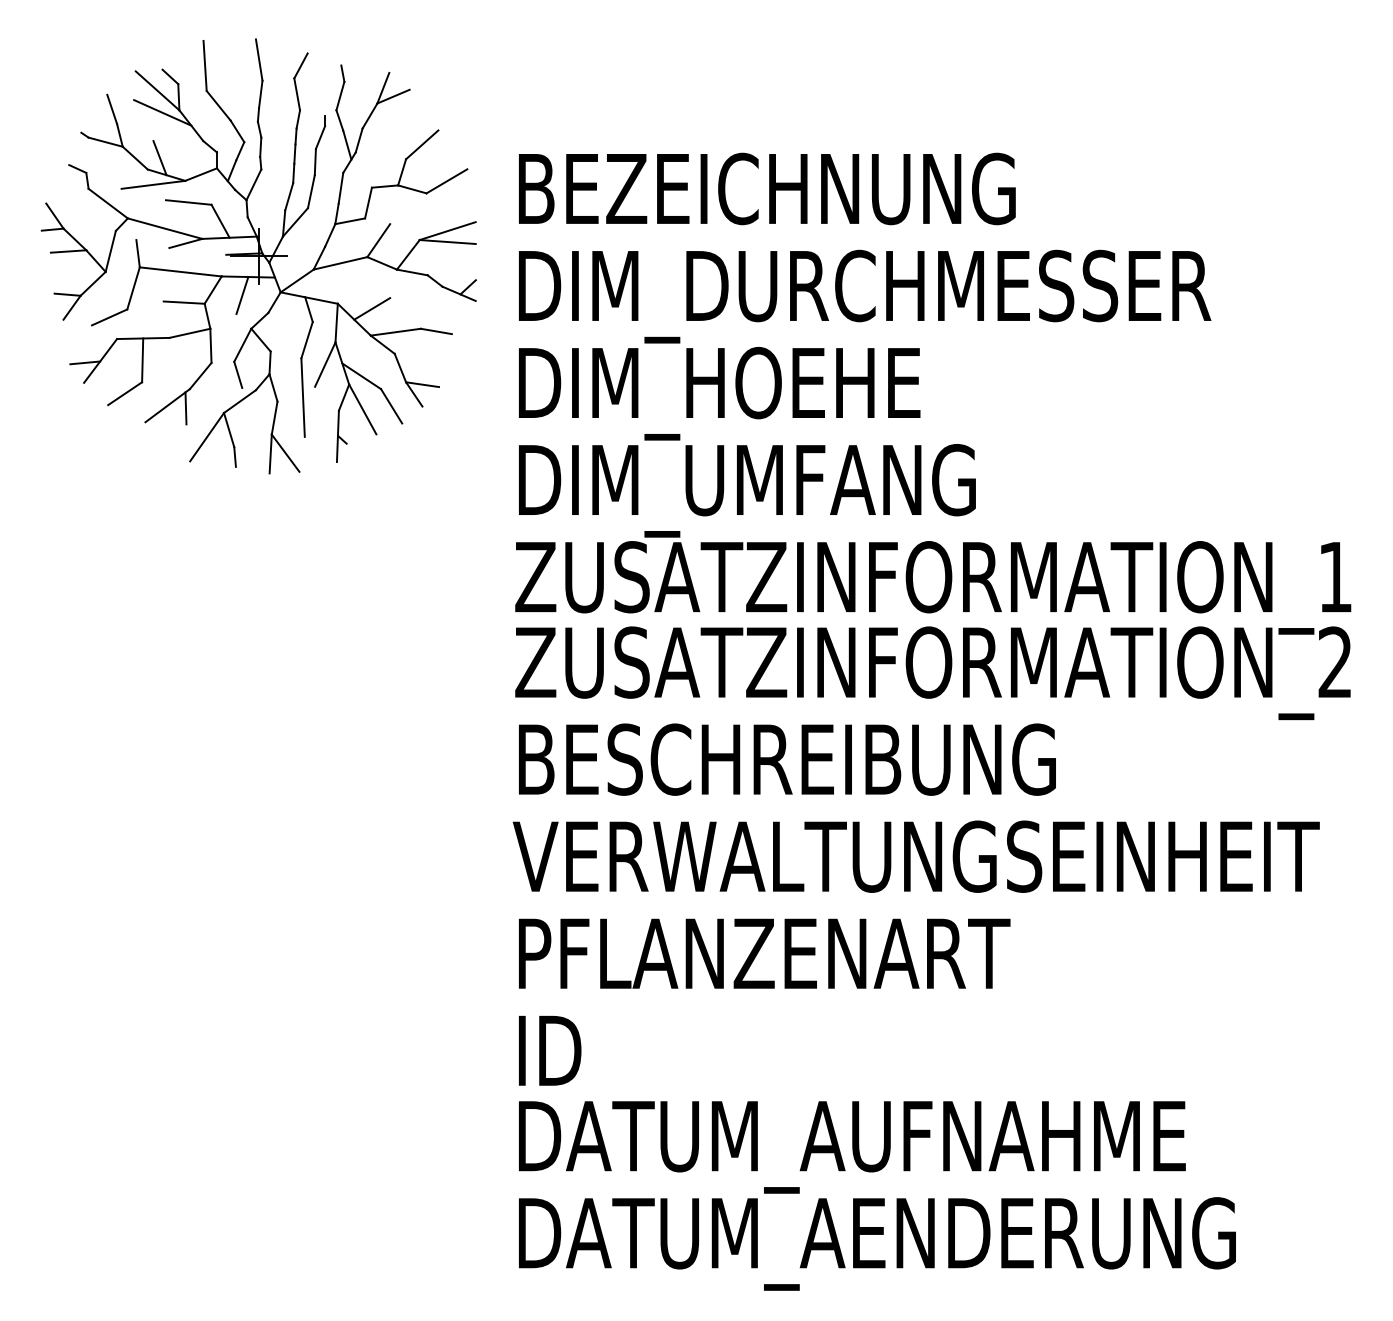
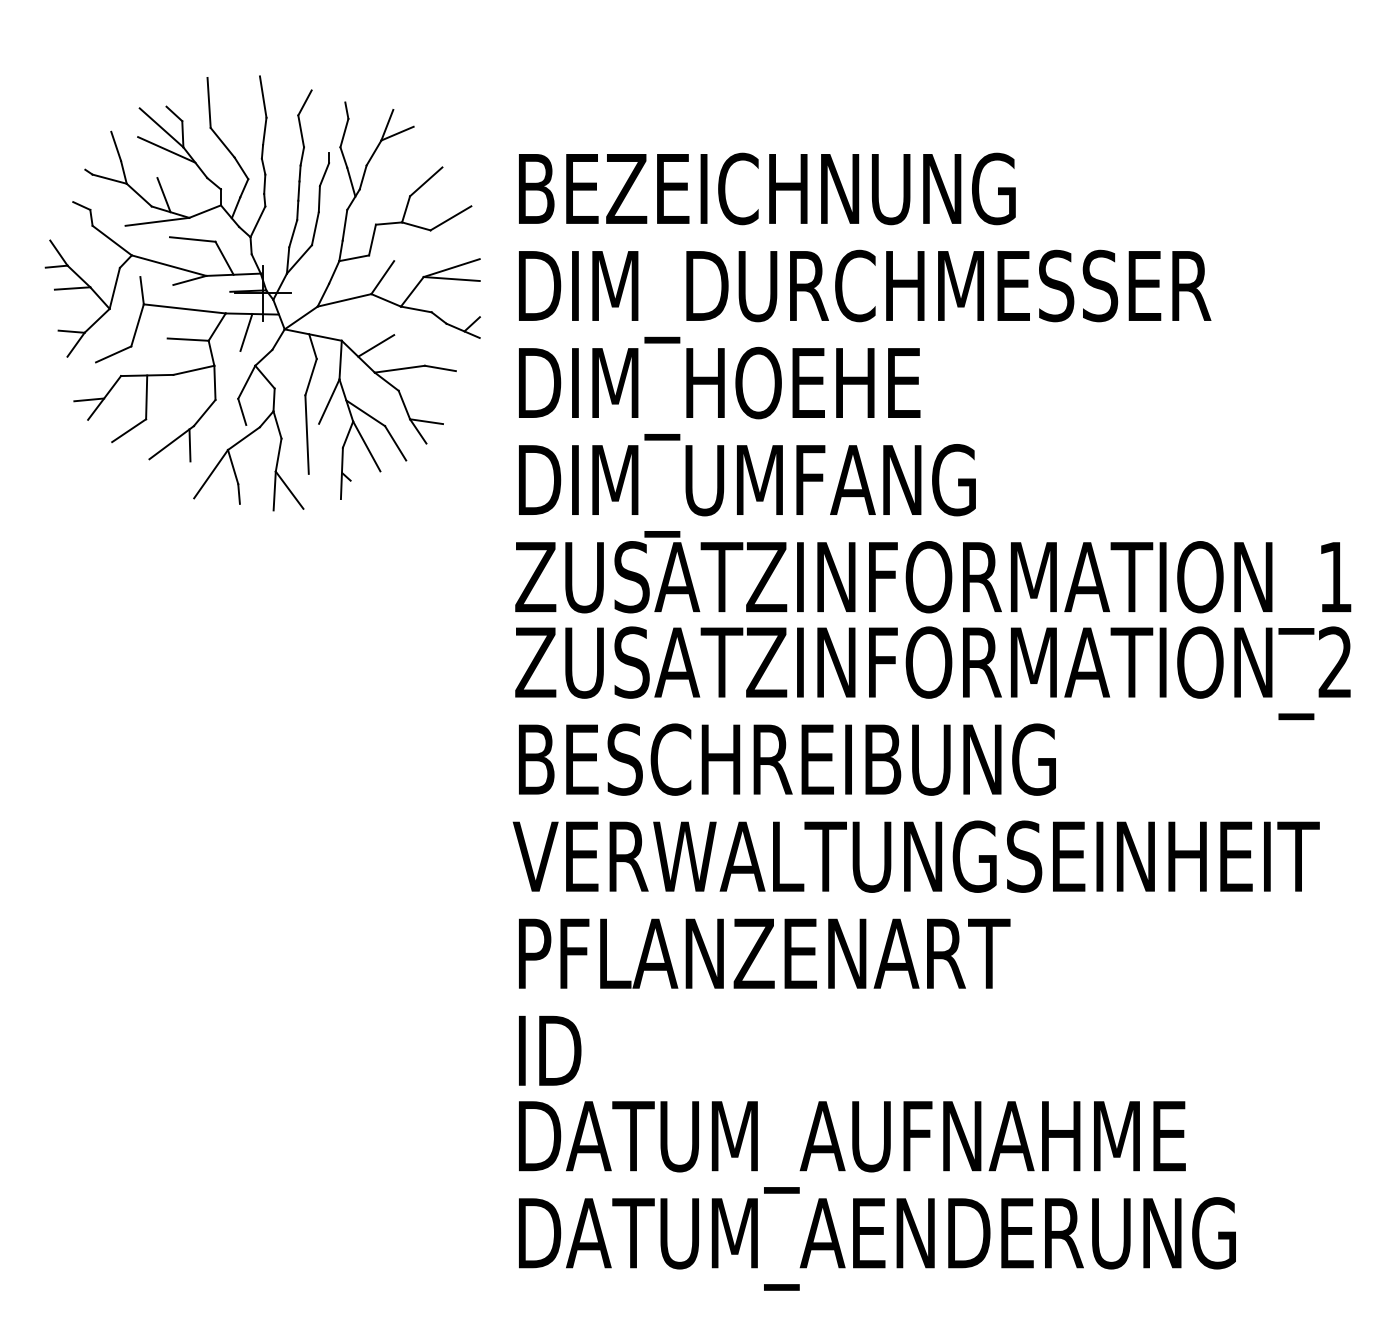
part at (258, 256) position: (258, 256) -> (262, 293)
